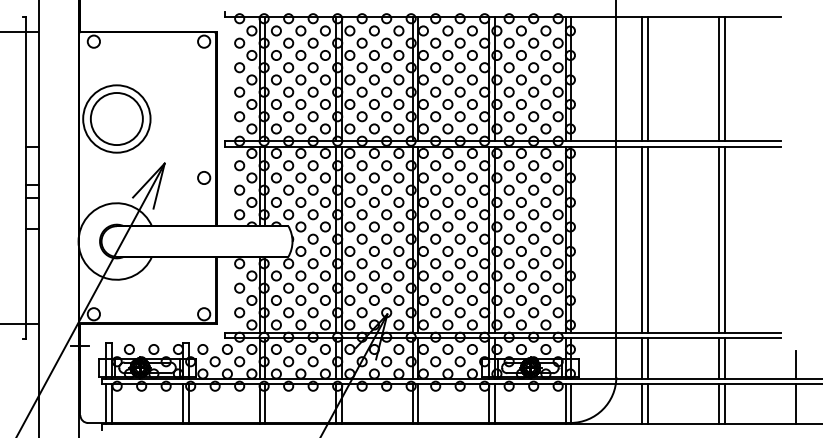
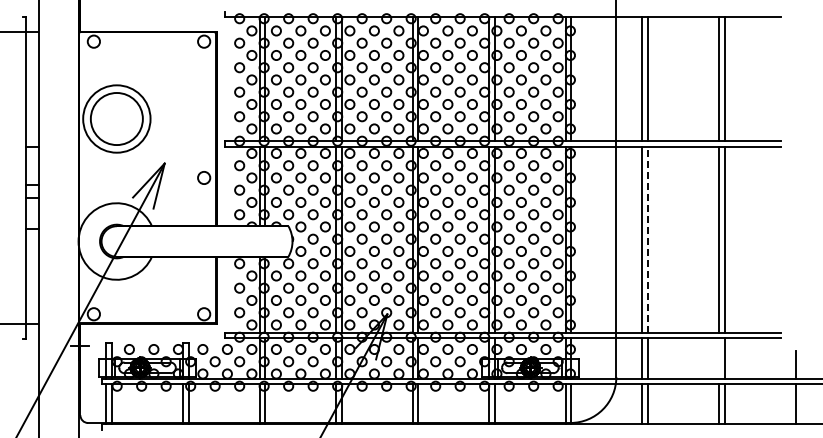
line at (647, 239): solid -> dashed
line at (718, 358): present -> none
